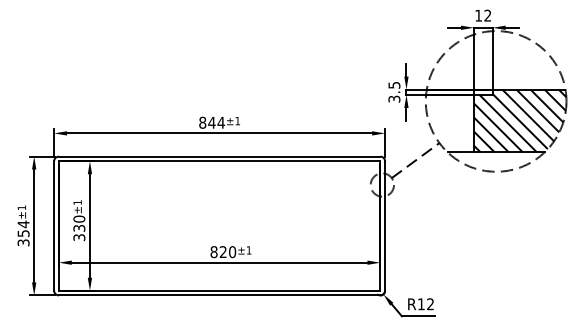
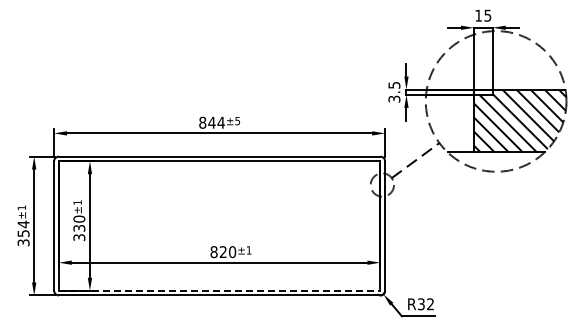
text at (487, 15): 12 -> 15
text at (237, 121): ±1 -> ±5
line at (219, 290): solid -> dashed
text at (421, 304): R12 -> R32
